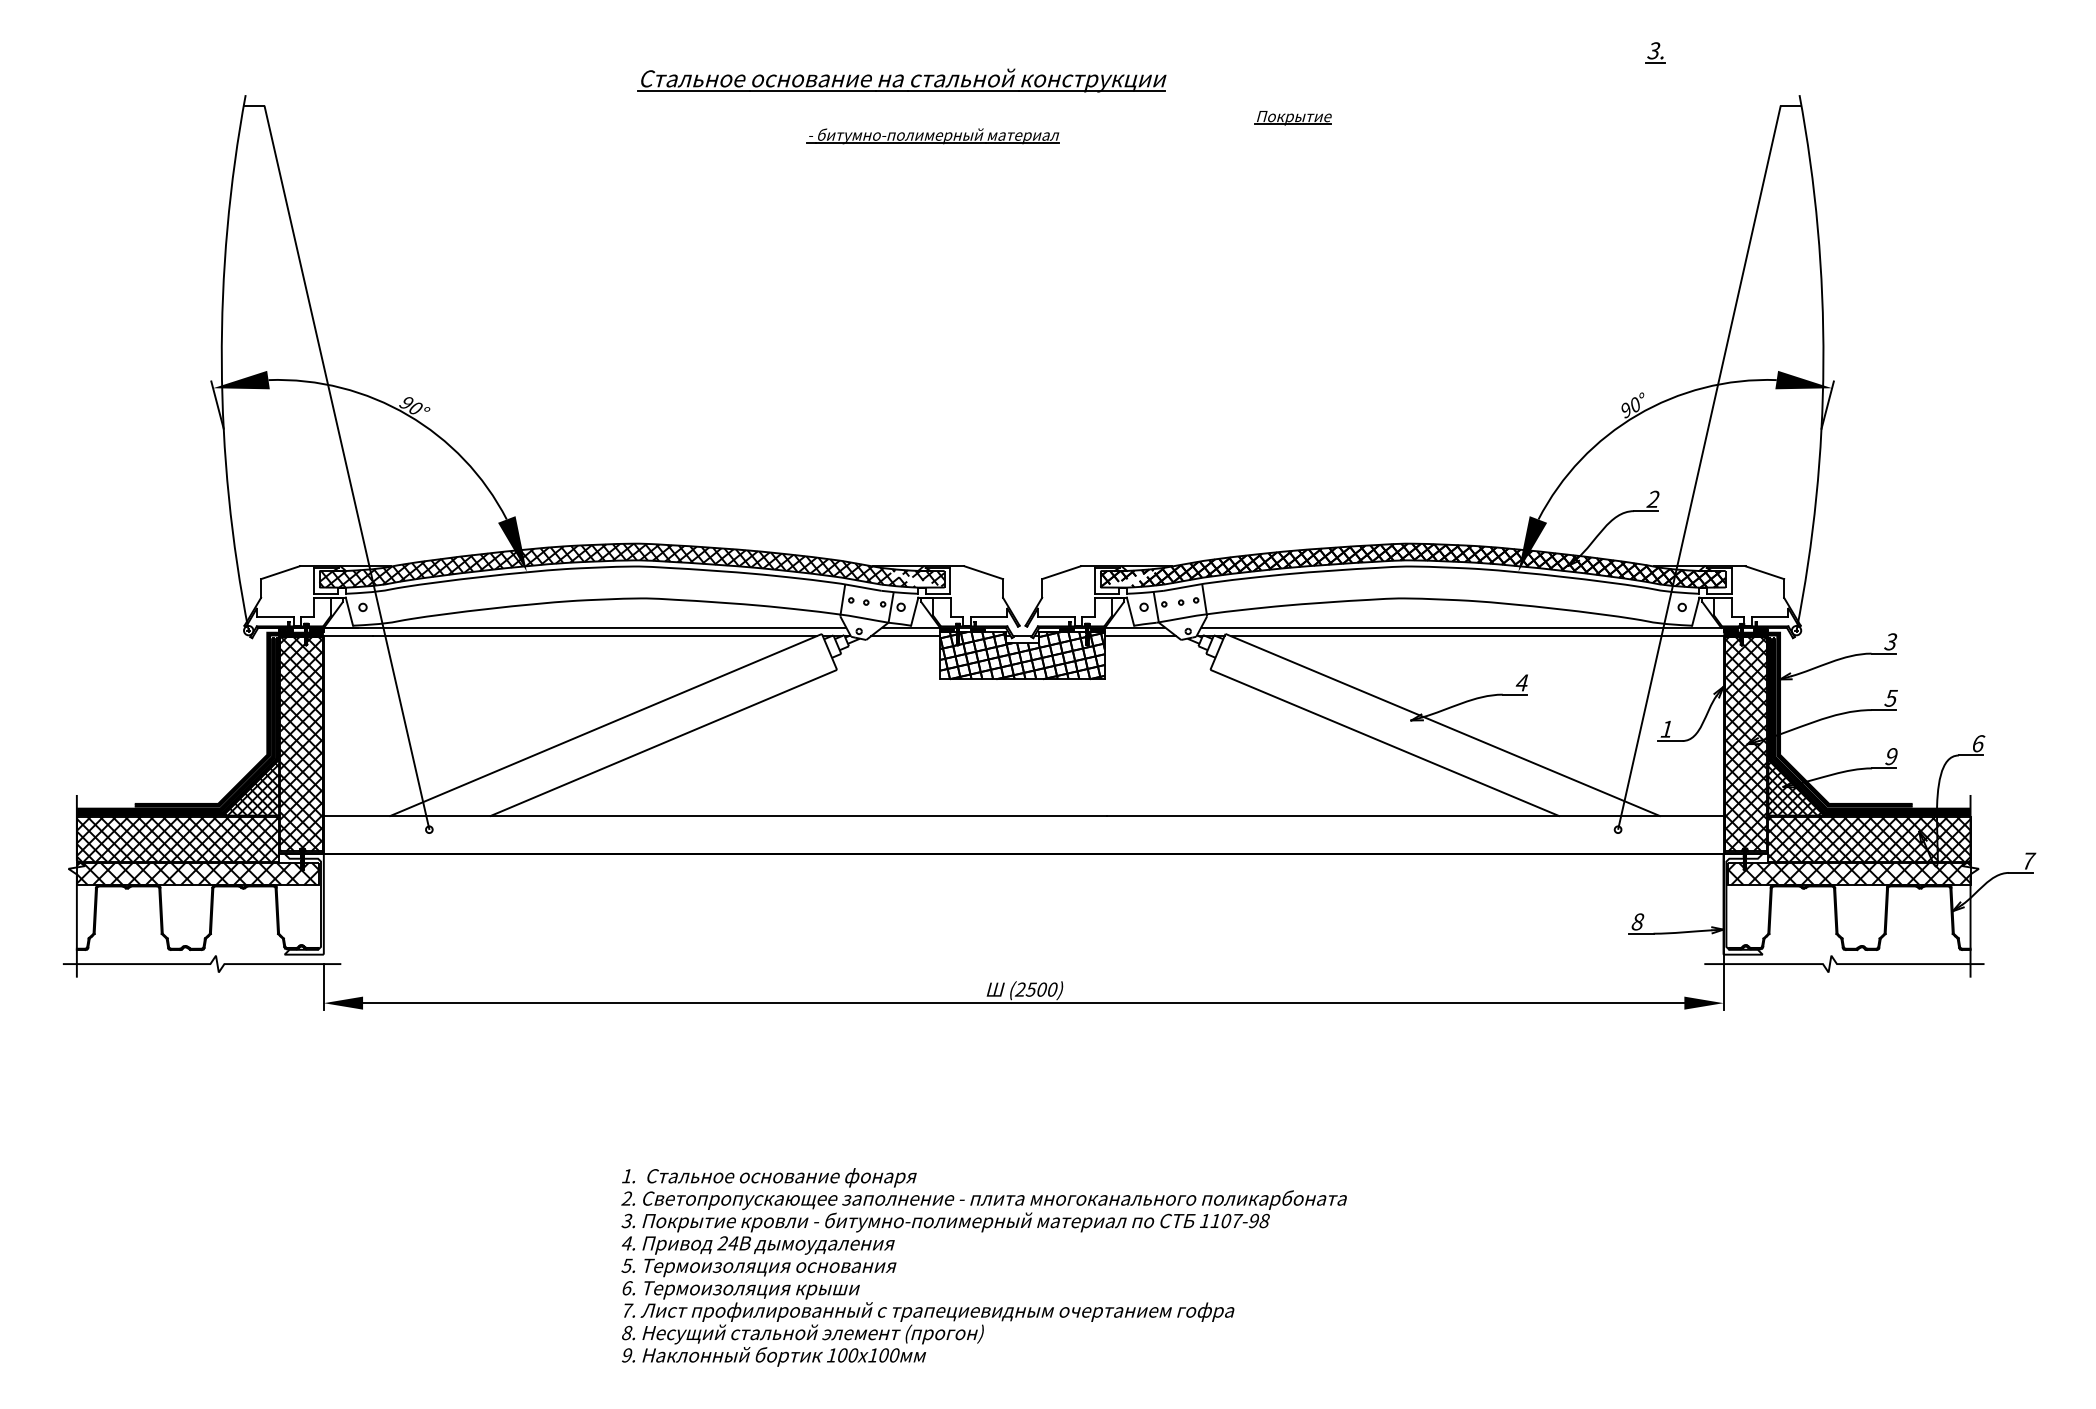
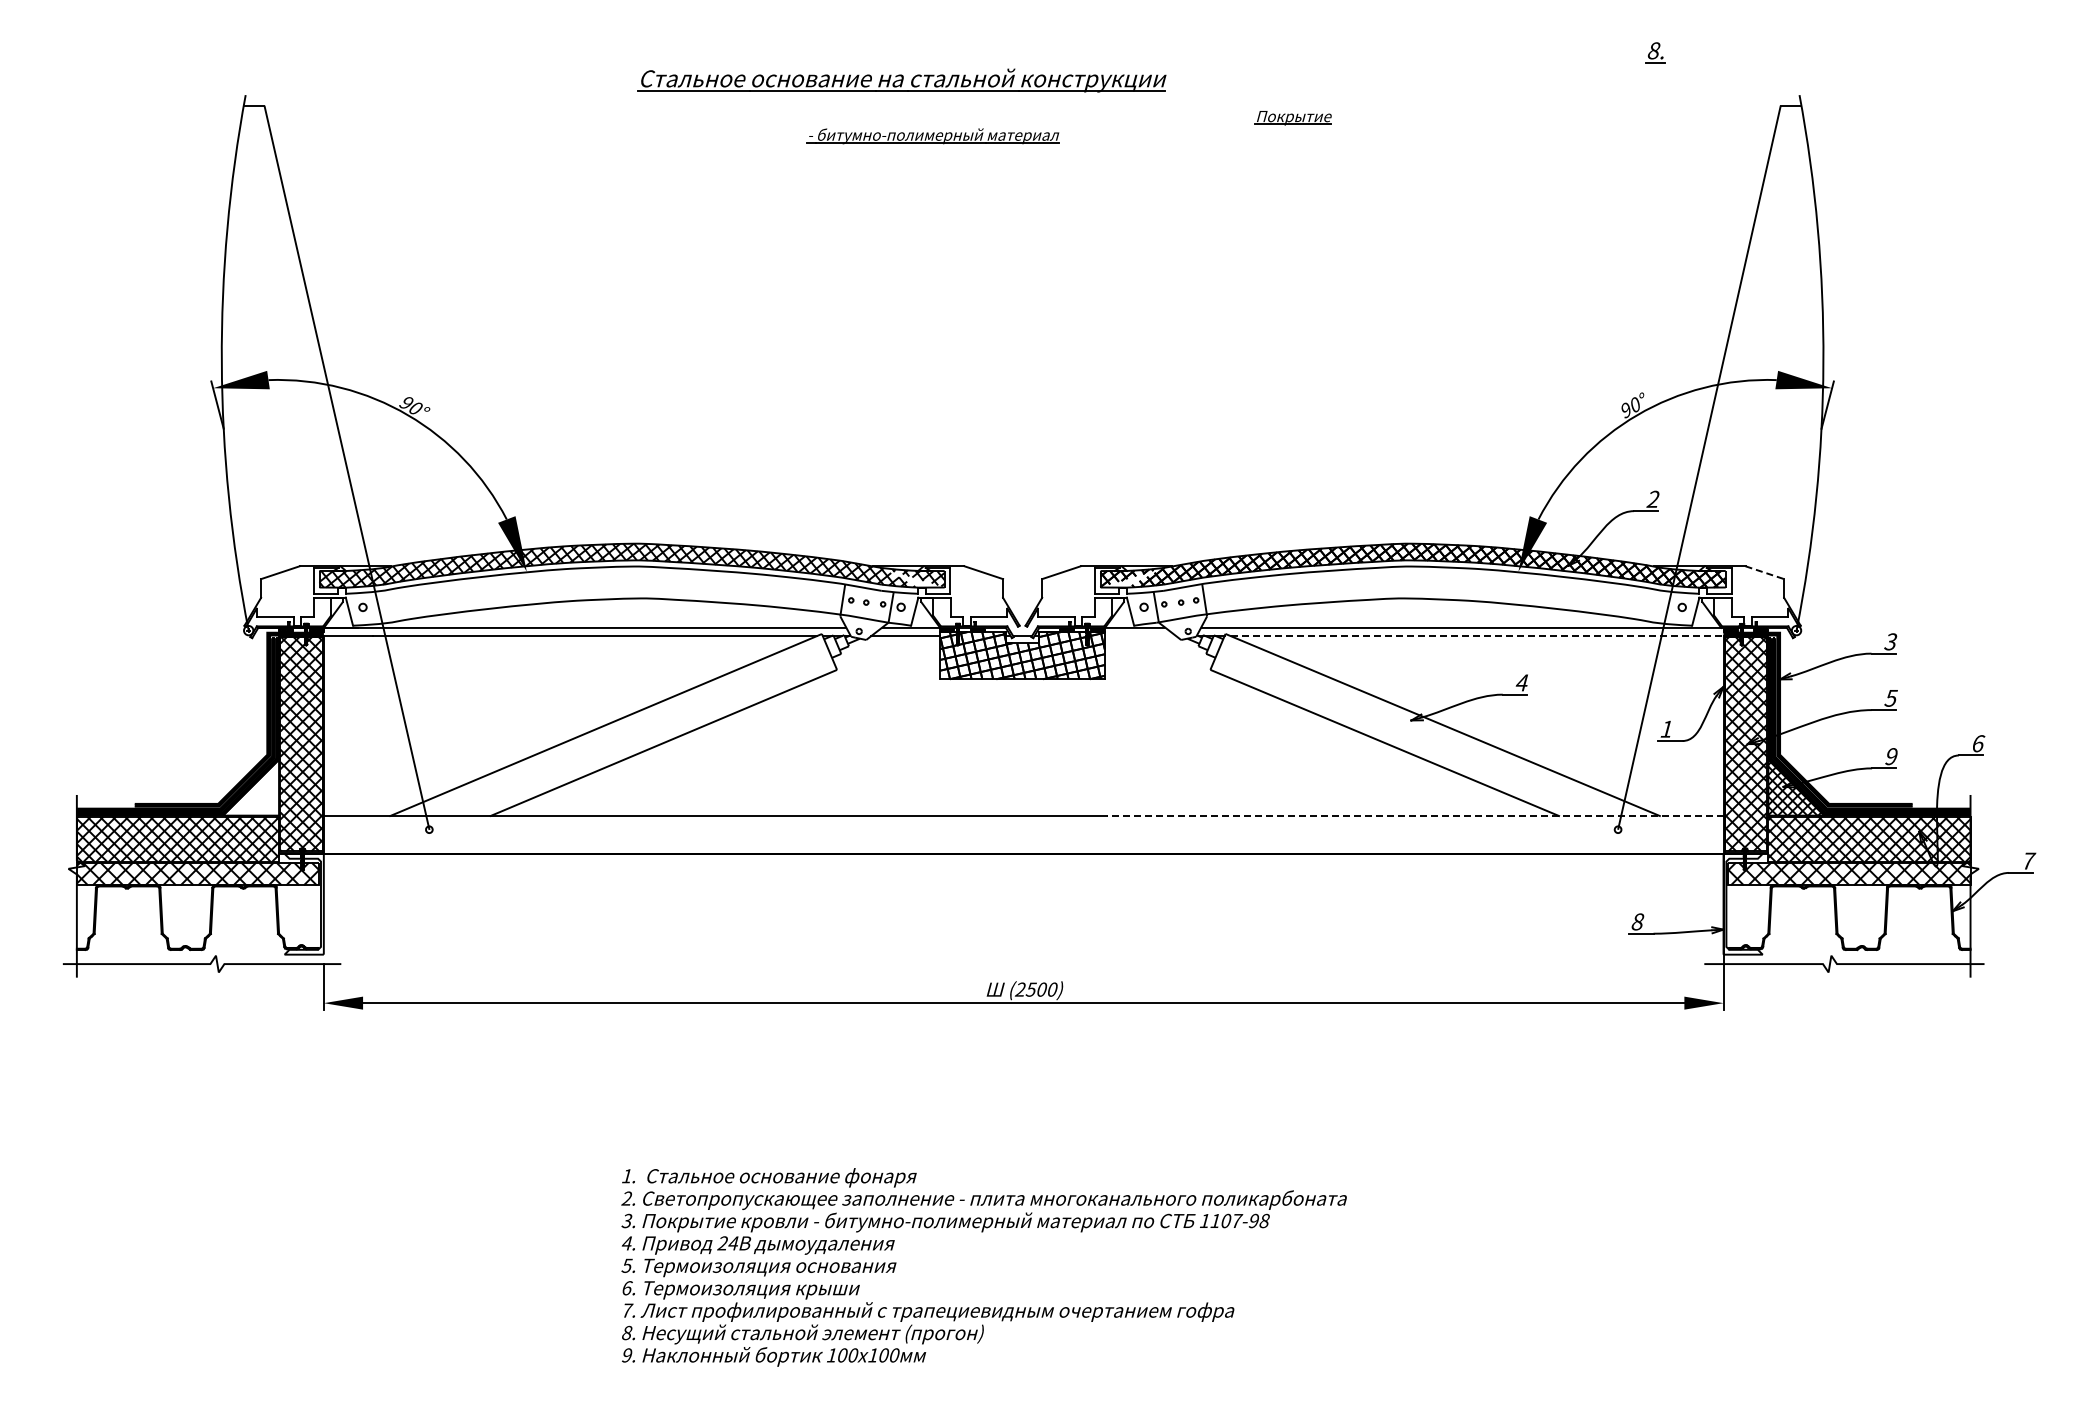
text at (1653, 50): 3. -> 8.
line at (1765, 572): solid -> dashed
line at (1140, 636): present -> none
line at (1477, 636): solid -> dashed
hatch at (252, 789): present -> none
line at (1414, 816): solid -> dashed
